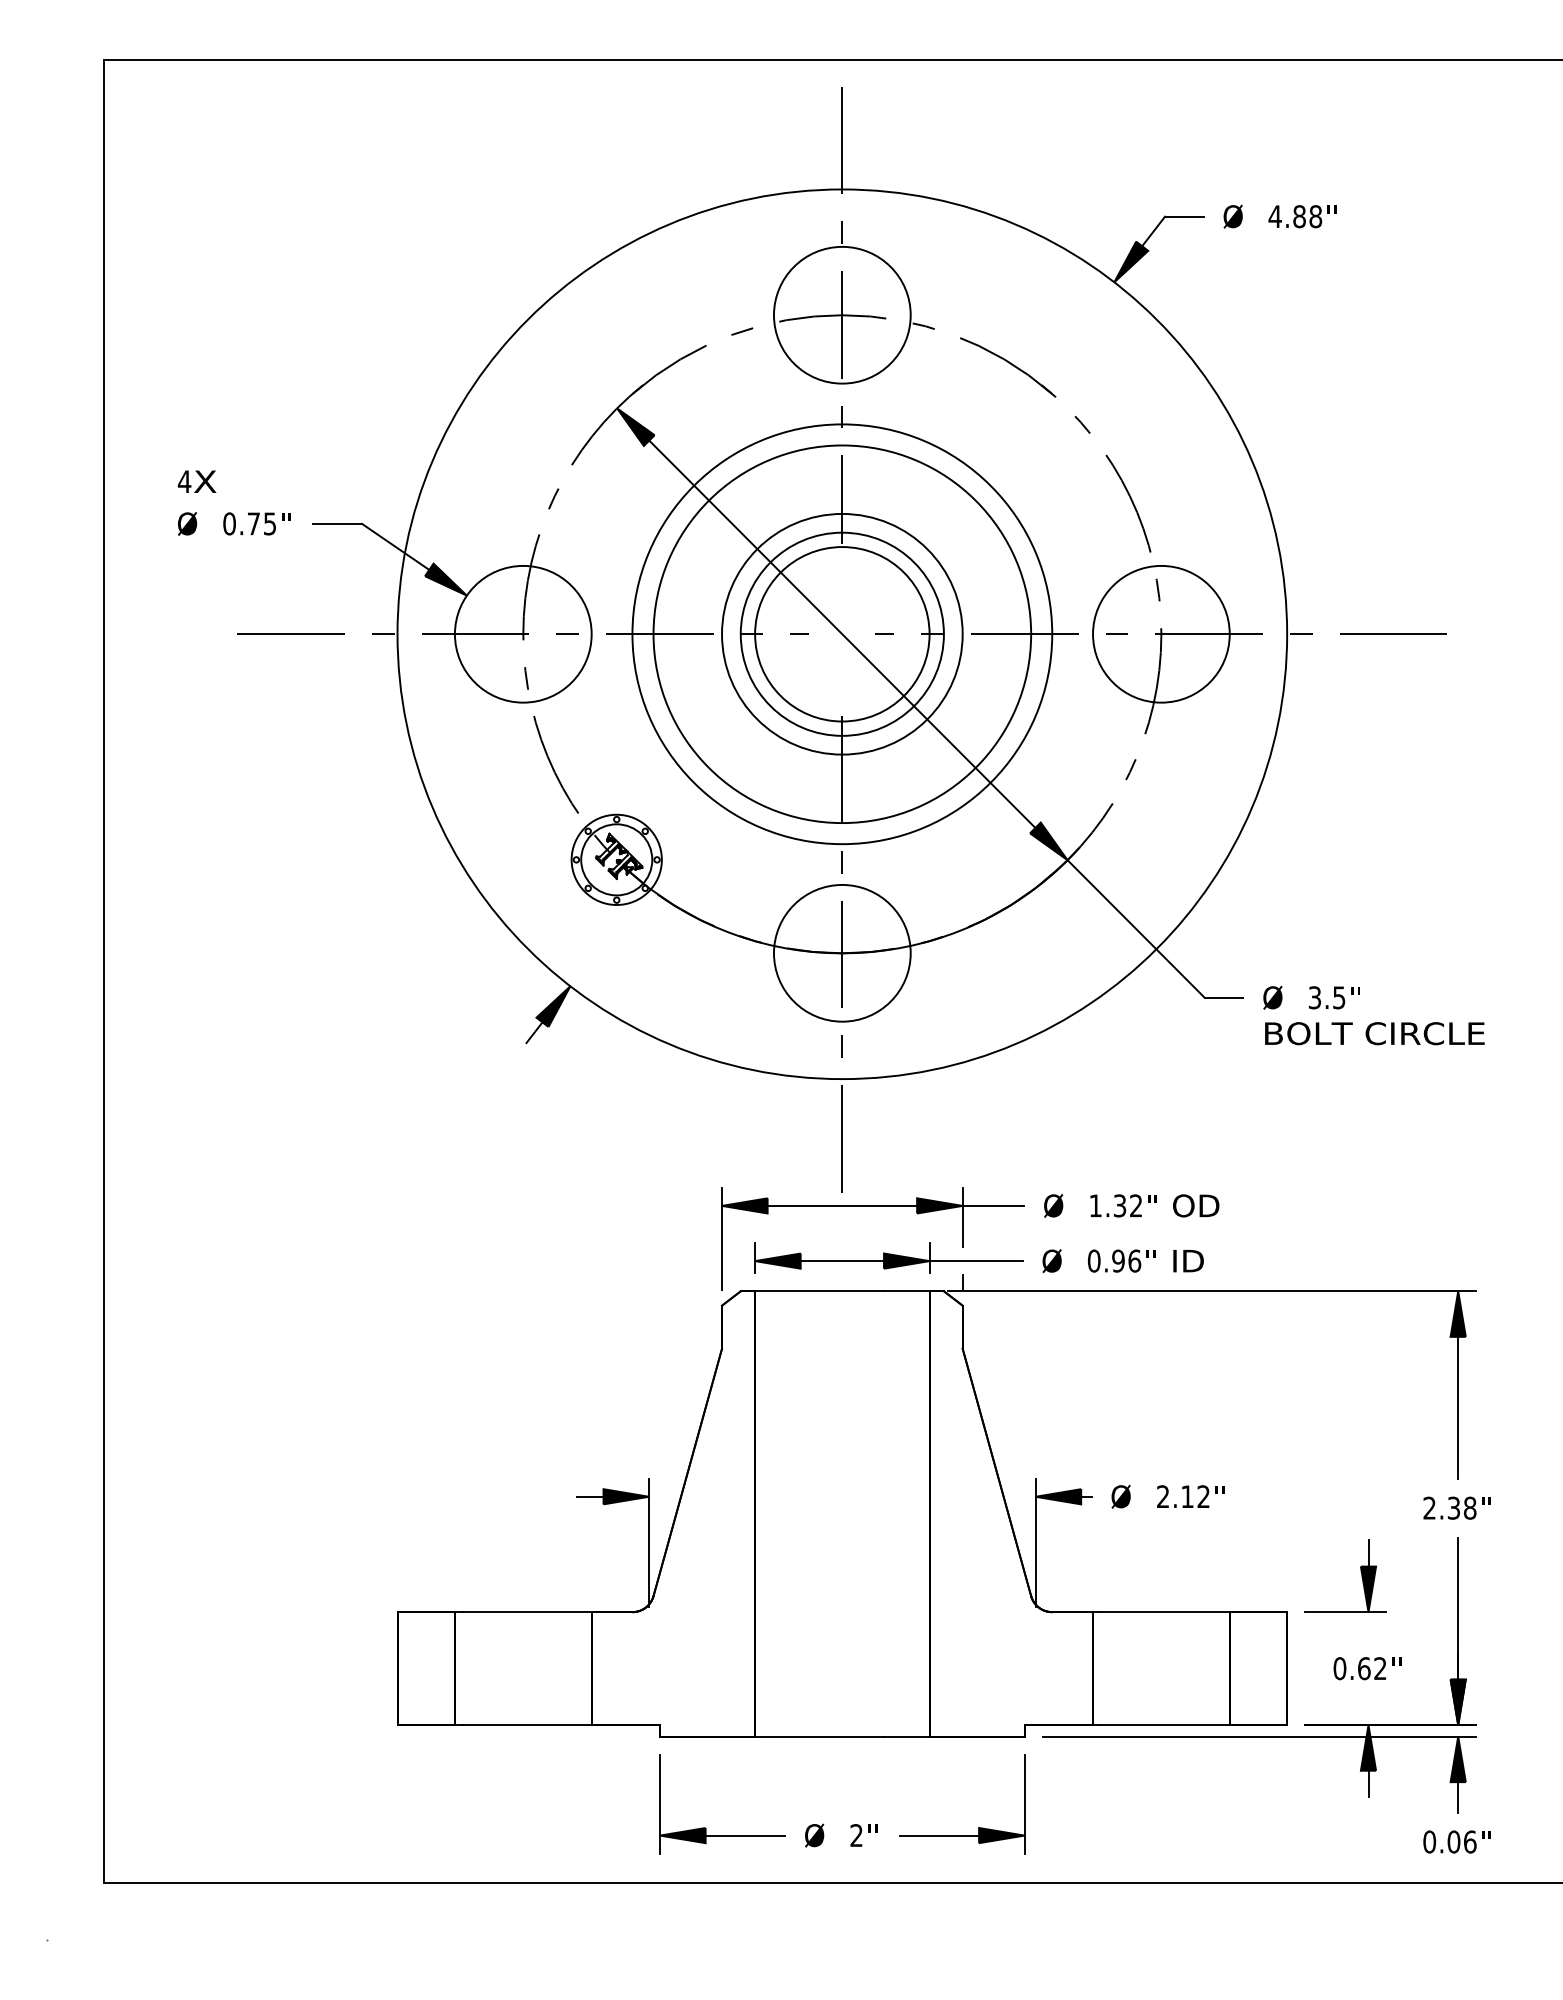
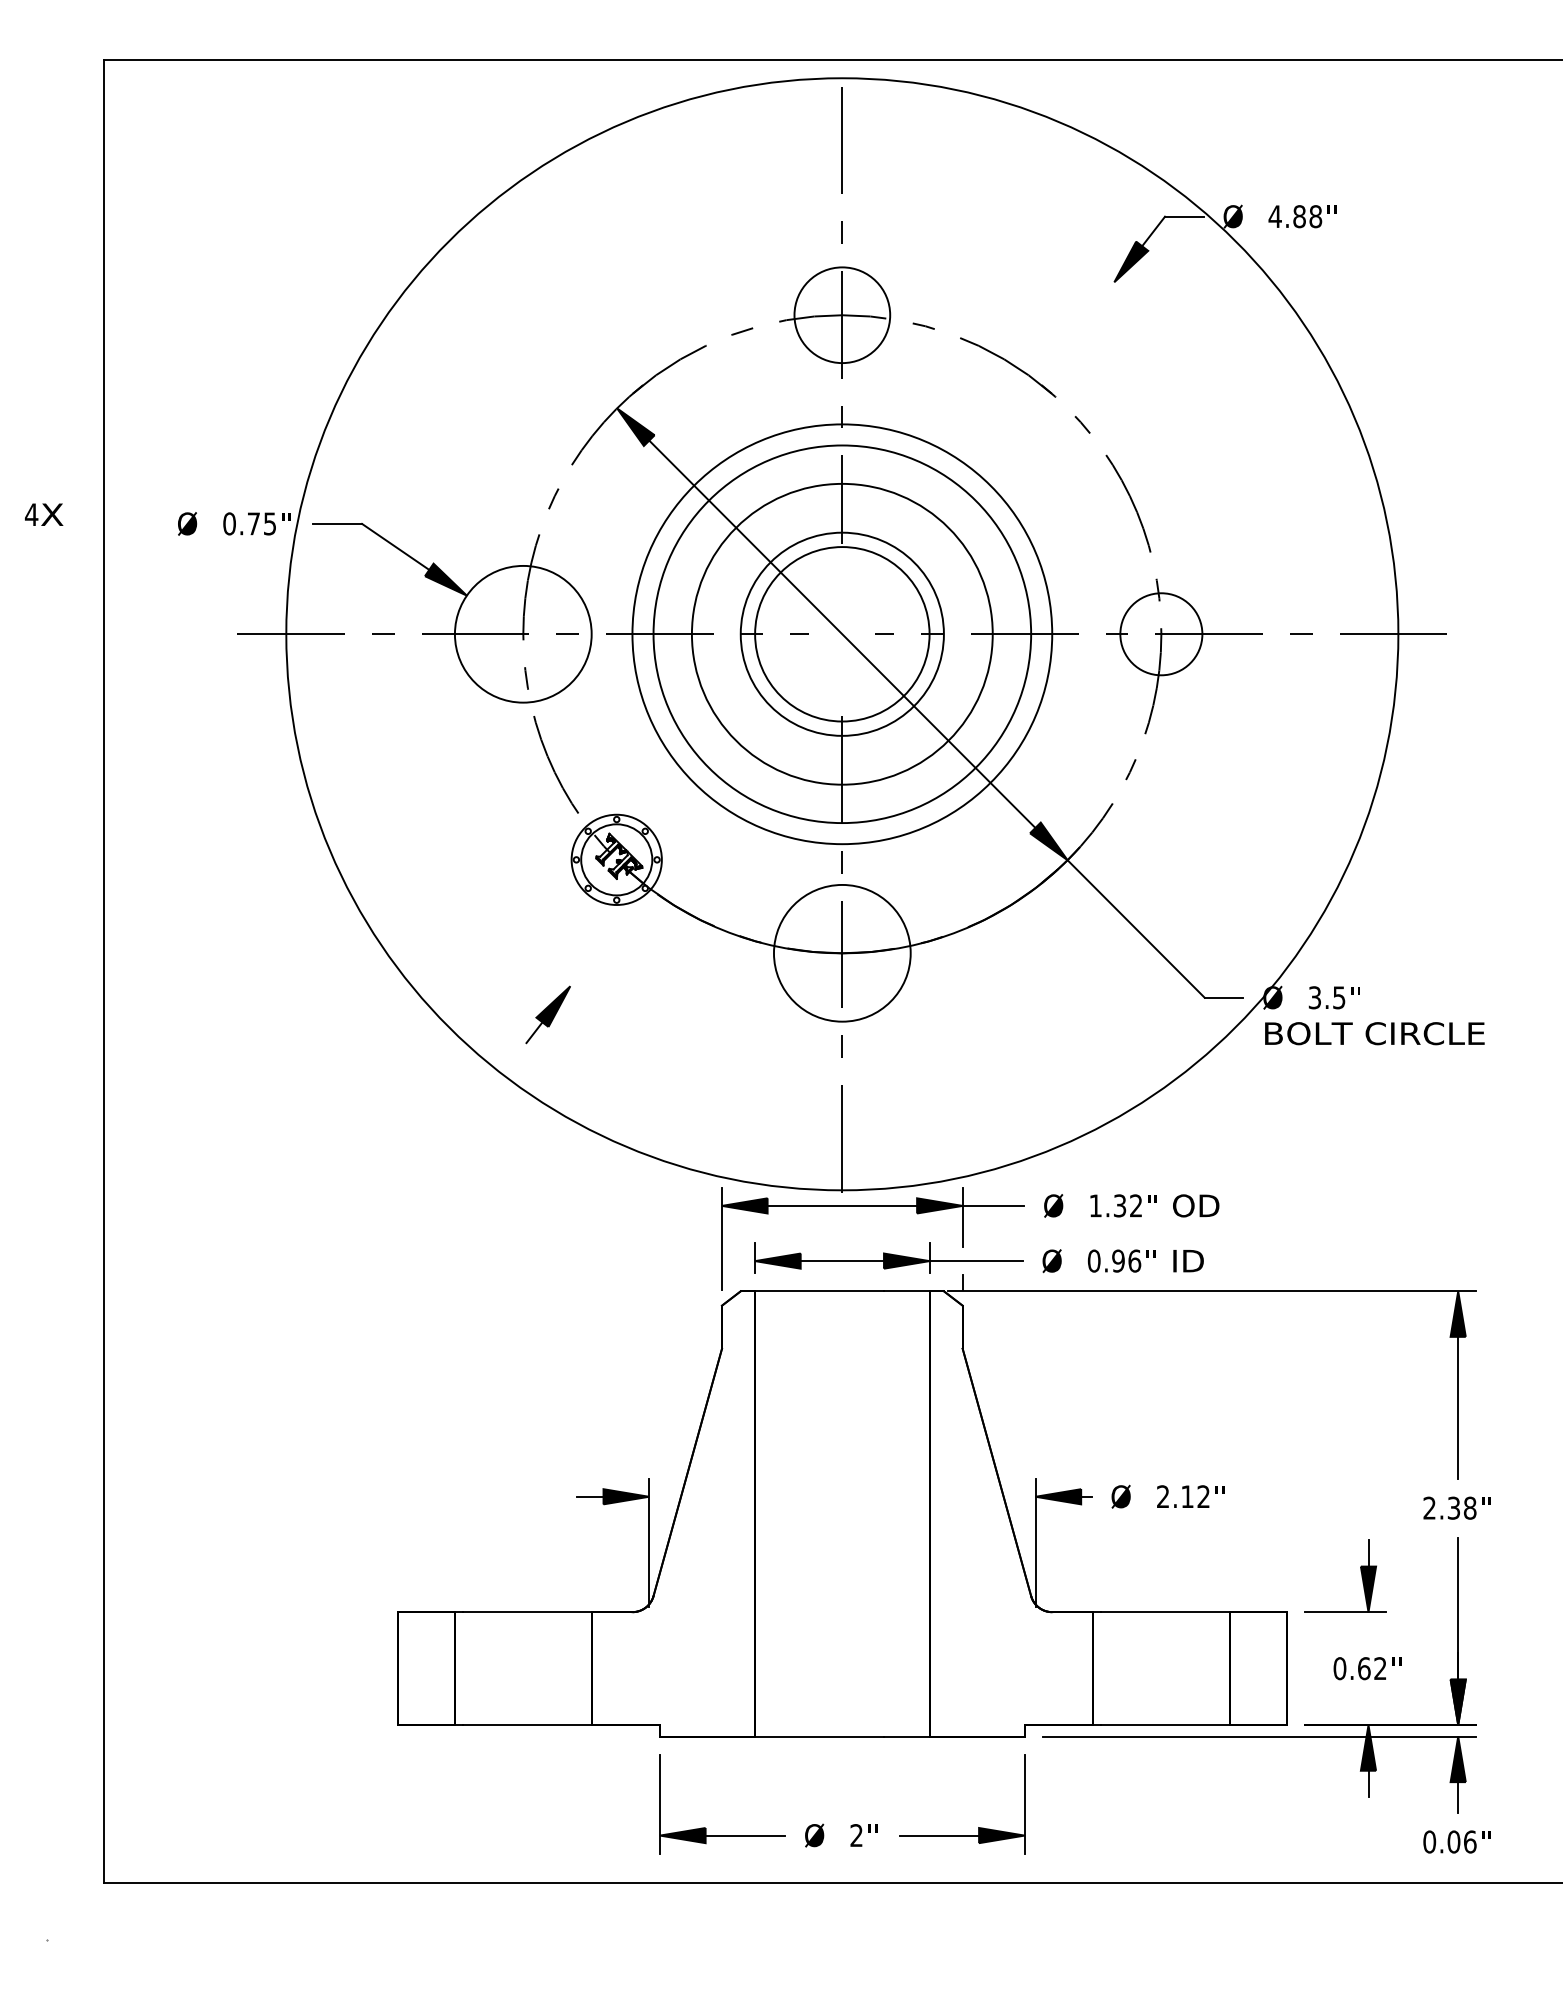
circle at (841, 314) diameter: 137 px -> 96 px
text at (197, 481) position: (197, 481) -> (44, 514)
circle at (842, 633) diameter: 241 px -> 301 px
circle at (1161, 633) diameter: 137 px -> 82 px
circle at (842, 634) diameter: 890 px -> 1112 px
